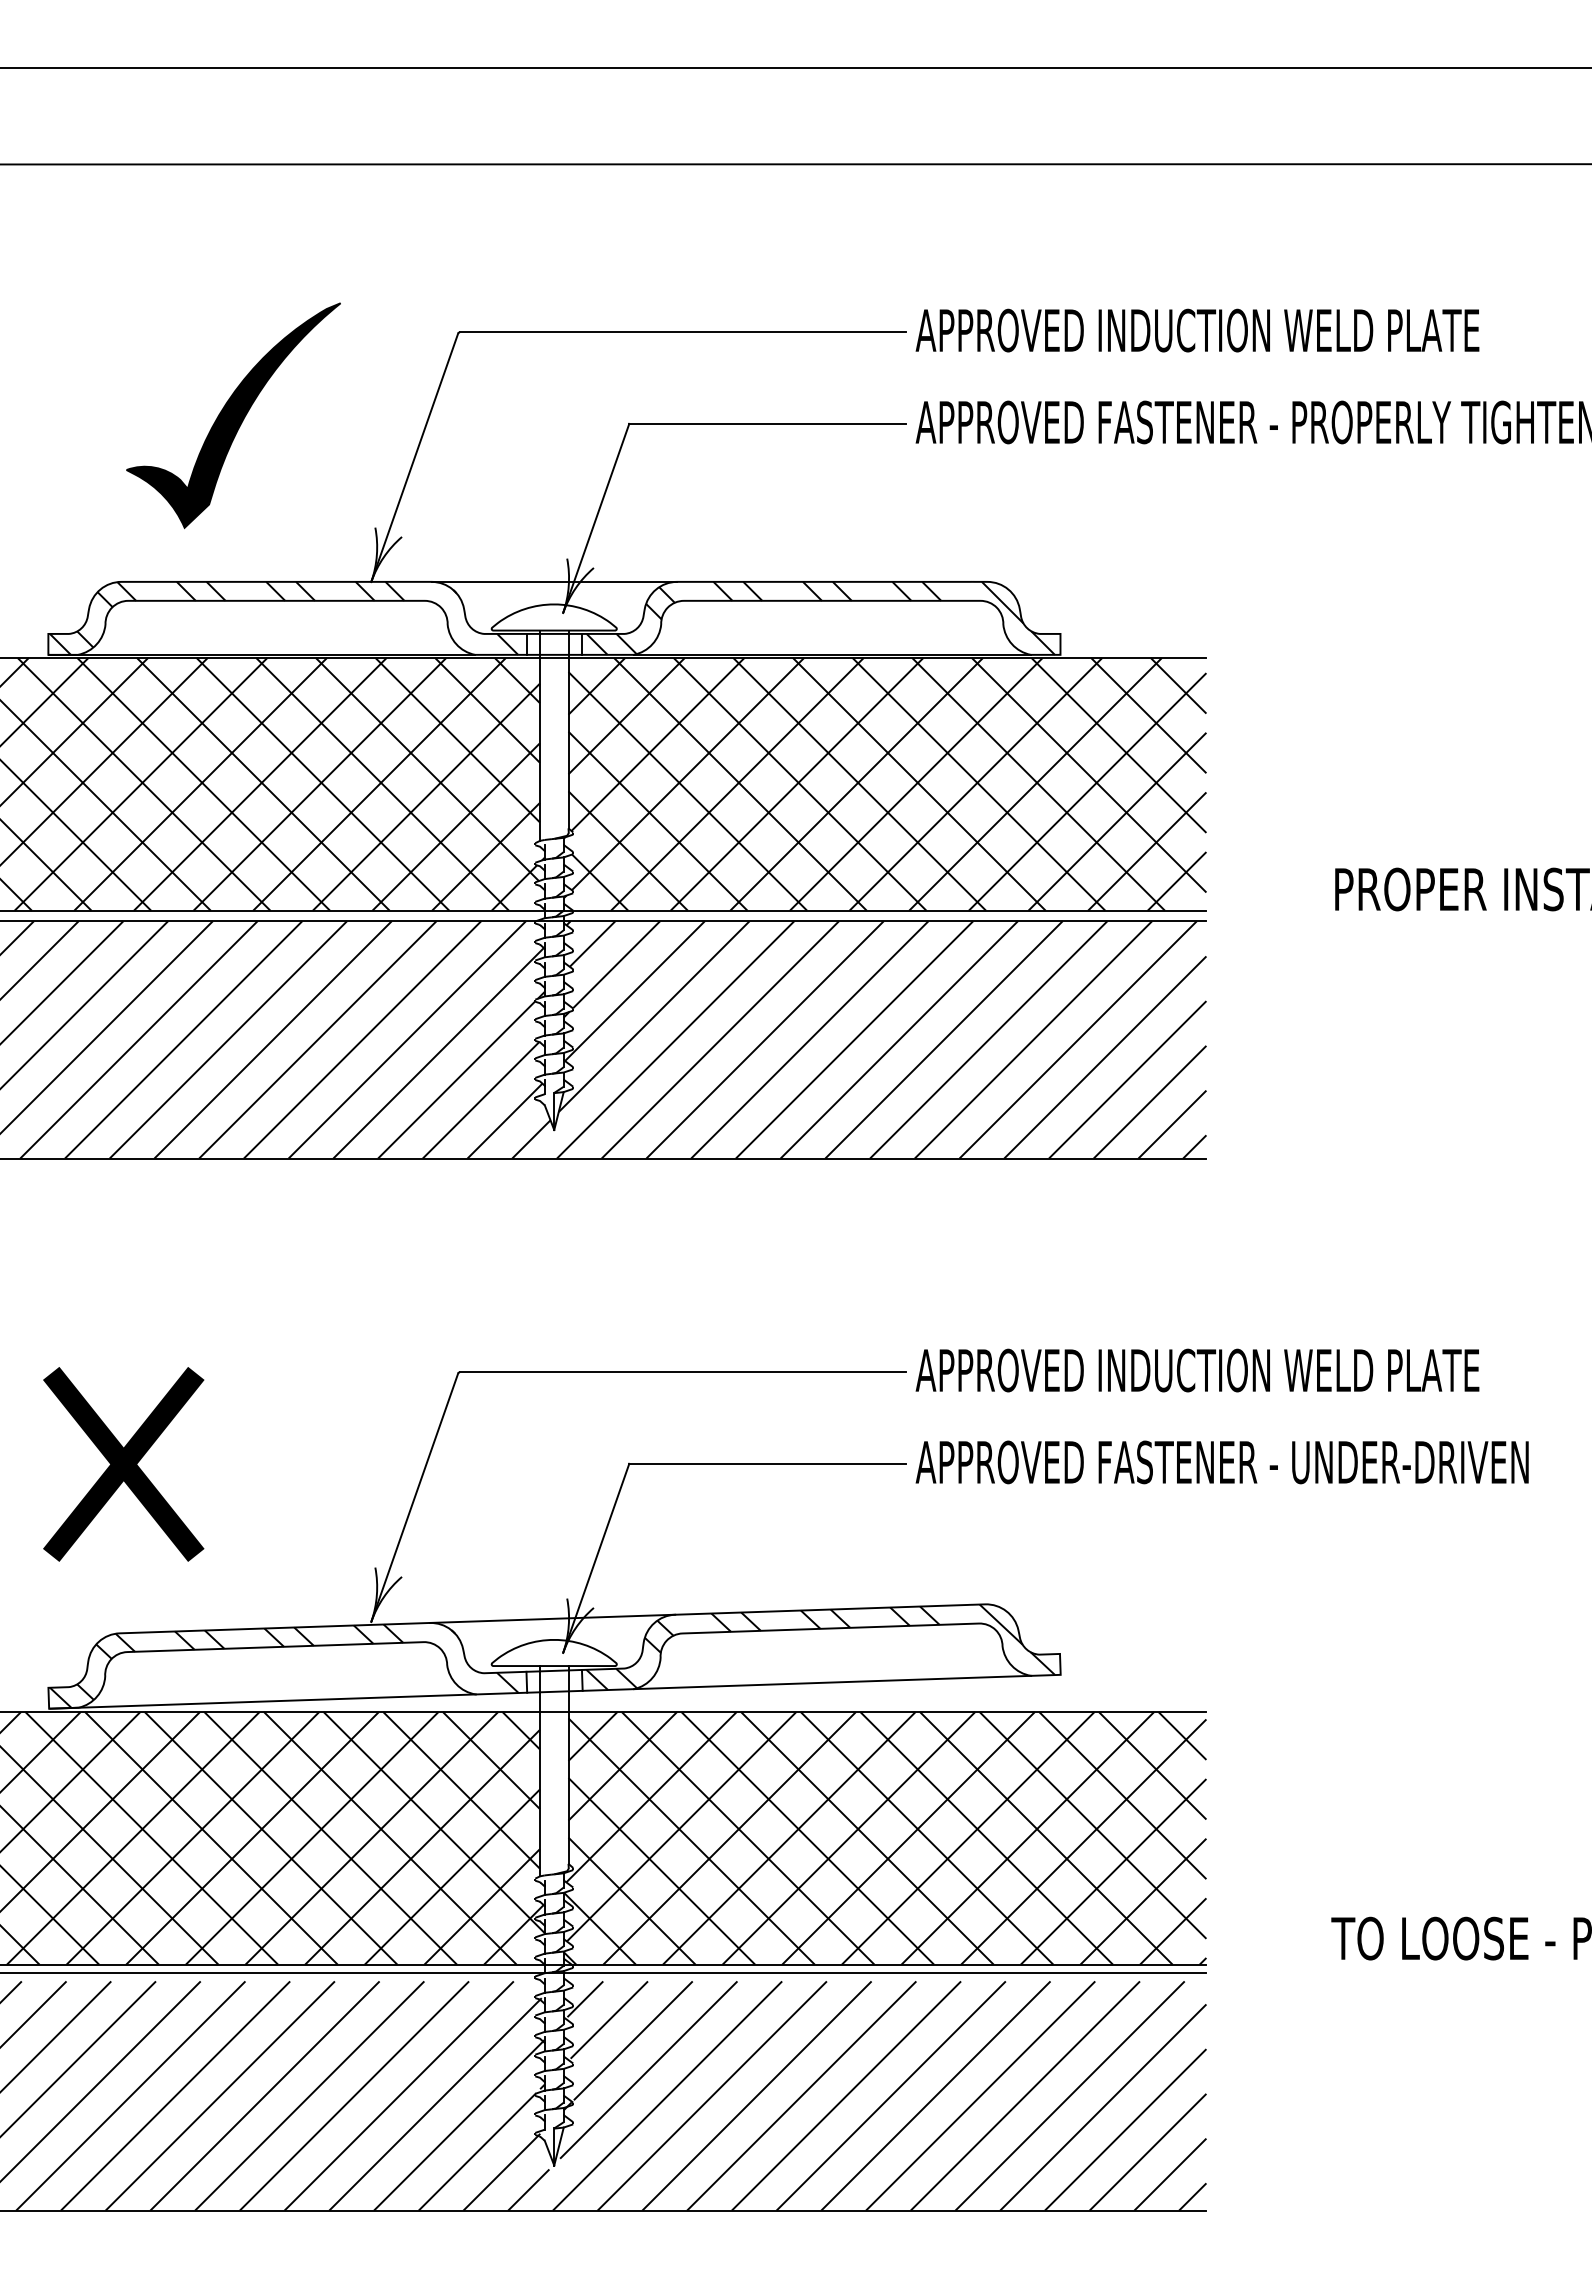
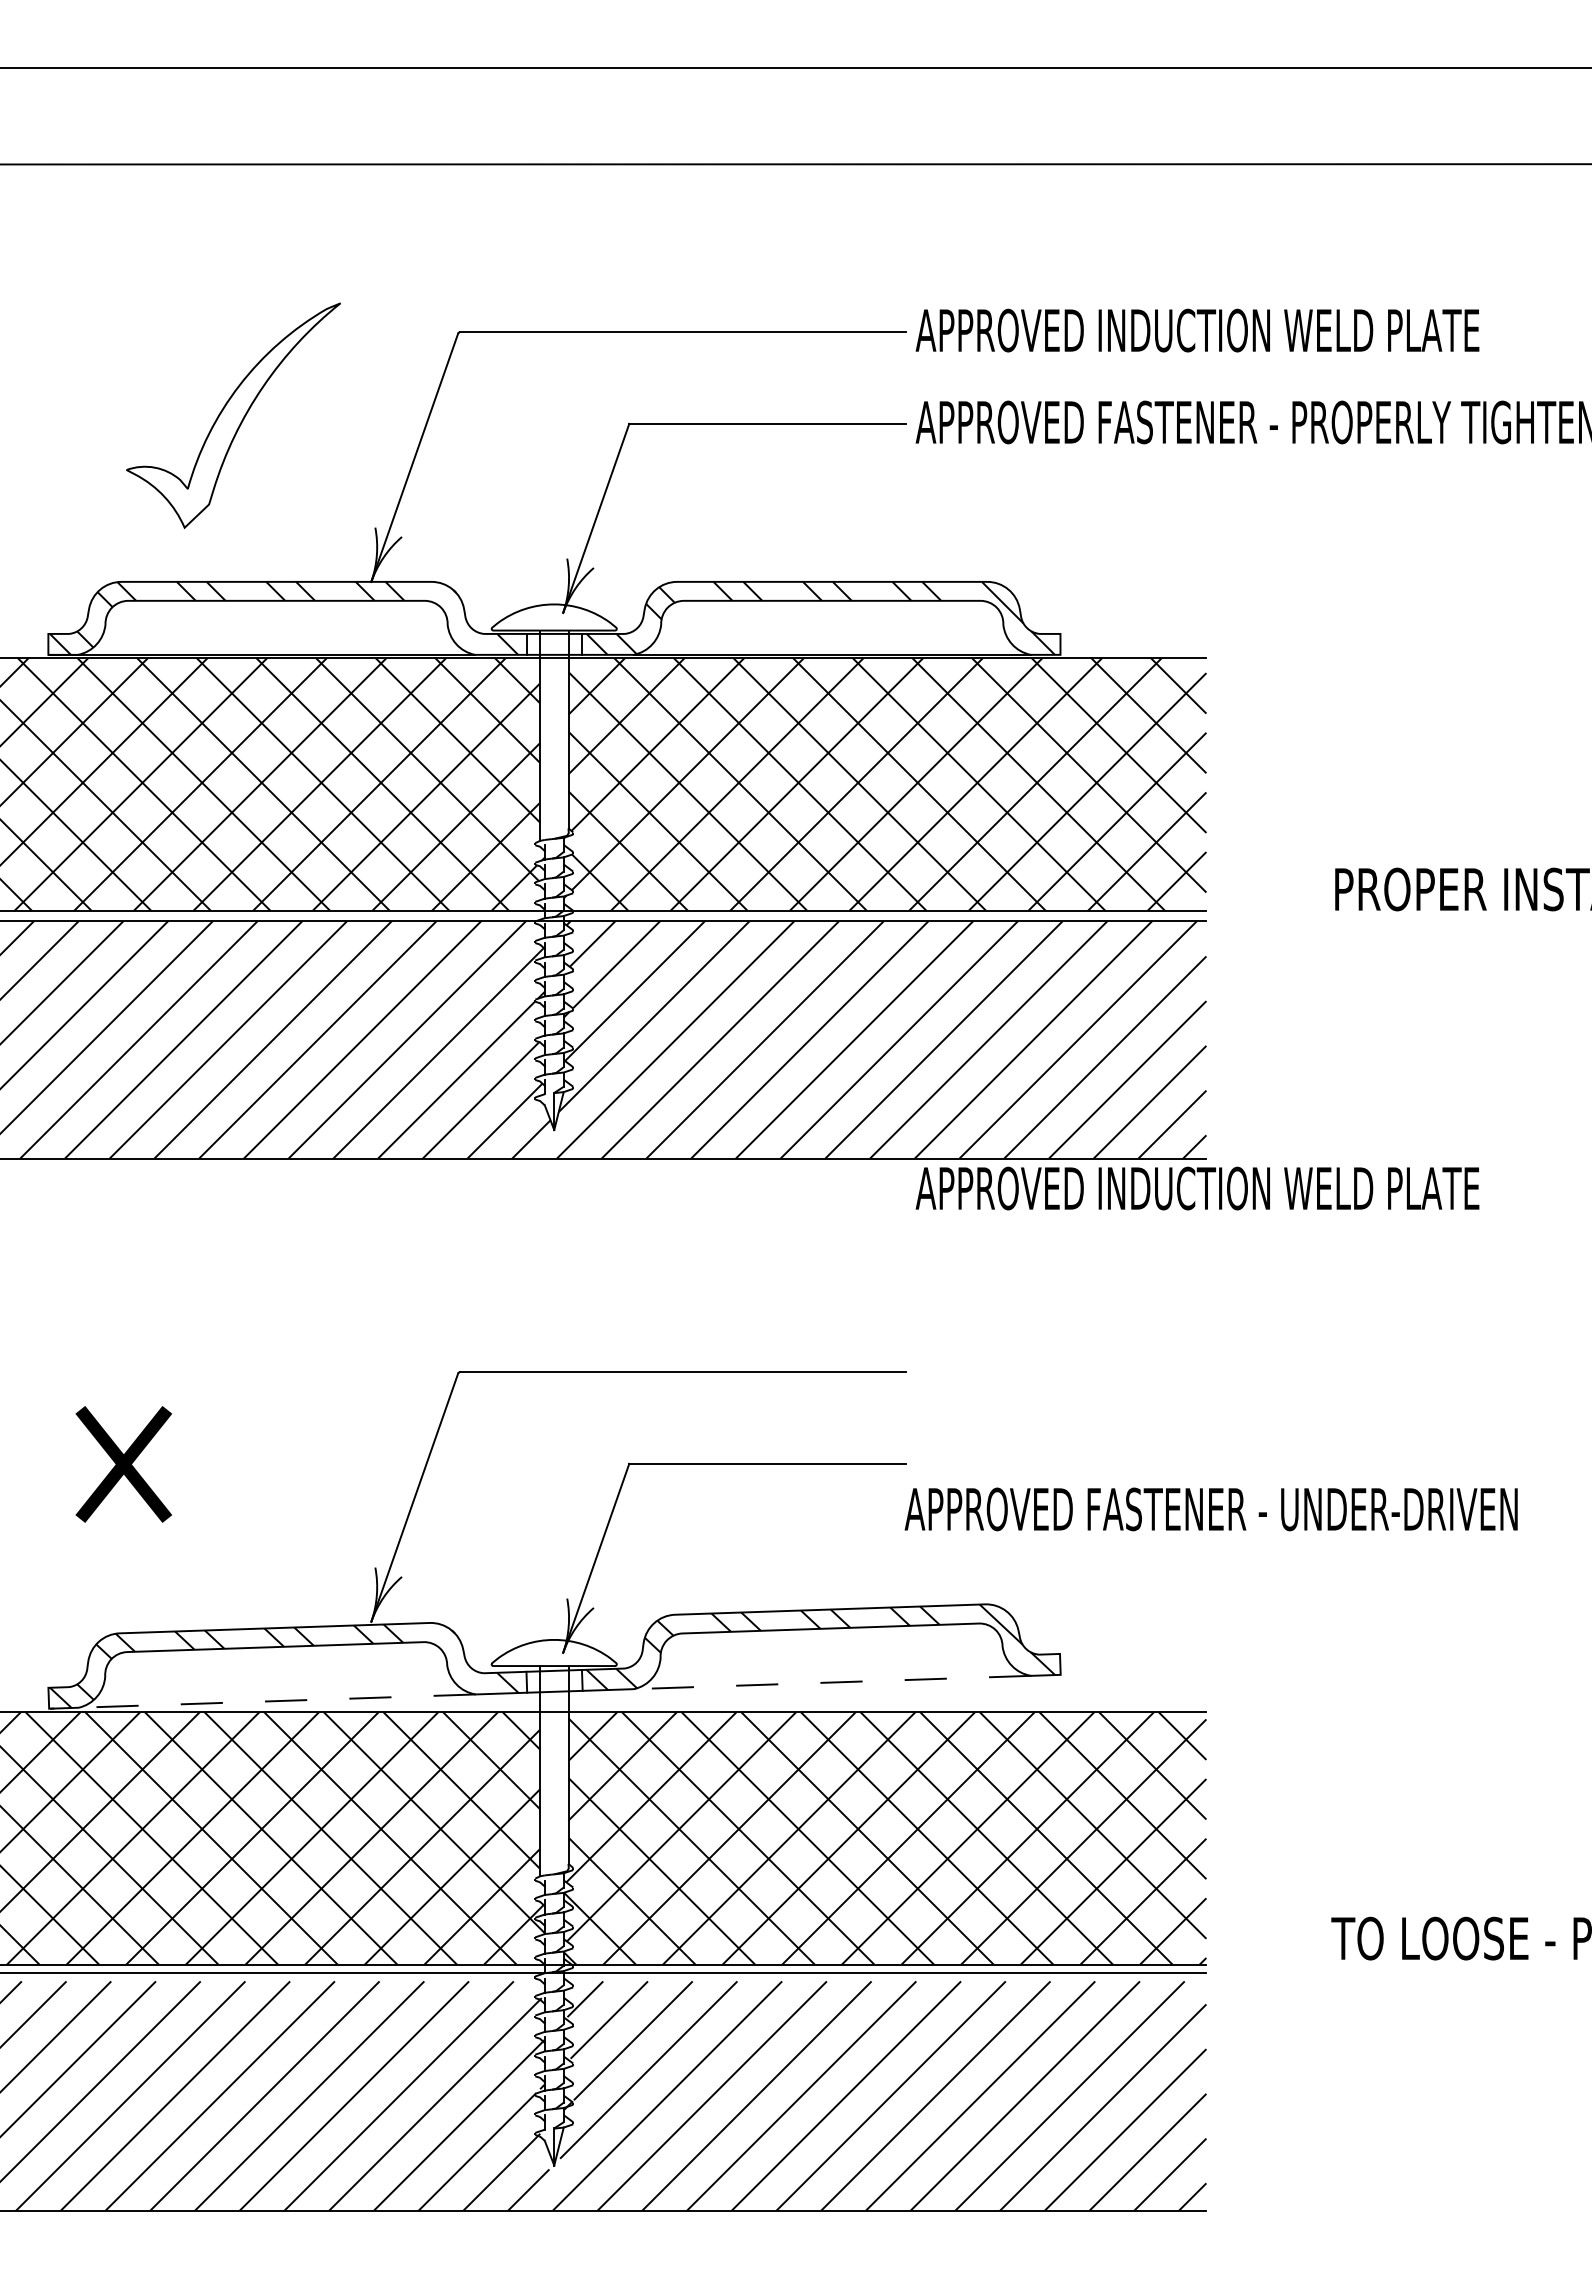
fill at (233, 415): present -> none
line at (554, 581): present -> none
text at (1197, 1370) position: (1197, 1370) -> (1197, 1188)
text at (1221, 1462) position: (1221, 1462) -> (1210, 1509)
part at (123, 1464) size: 162x195 px -> 97x117 px
line at (552, 1618): present -> none
line at (832, 1682): solid -> dashed
line at (263, 1701): solid -> dashed
